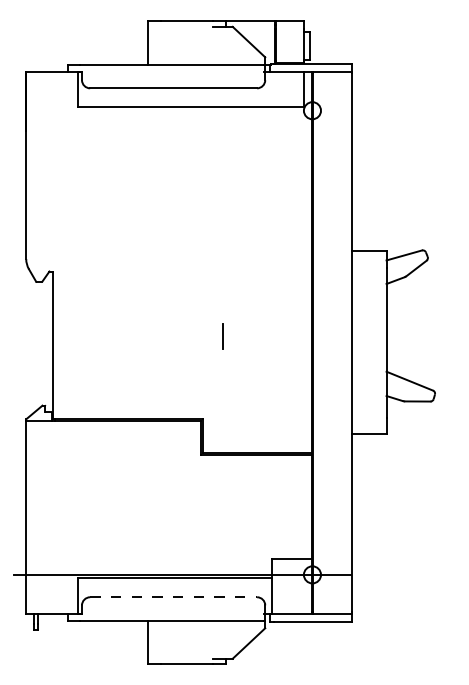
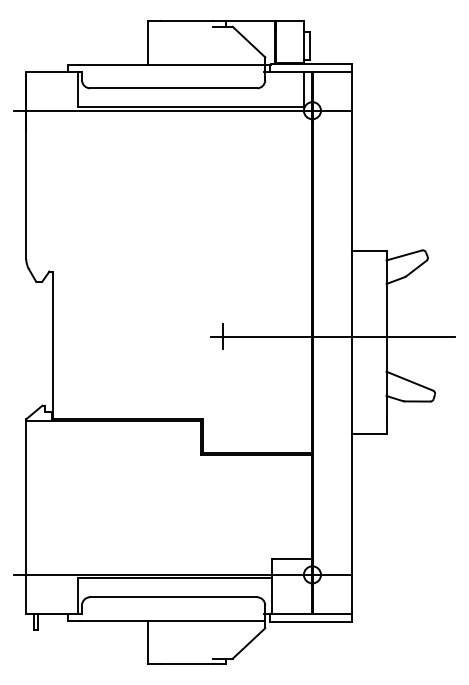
line at (182, 110): none -> present
line at (332, 336): none -> present
line at (174, 597): dashed -> solid
